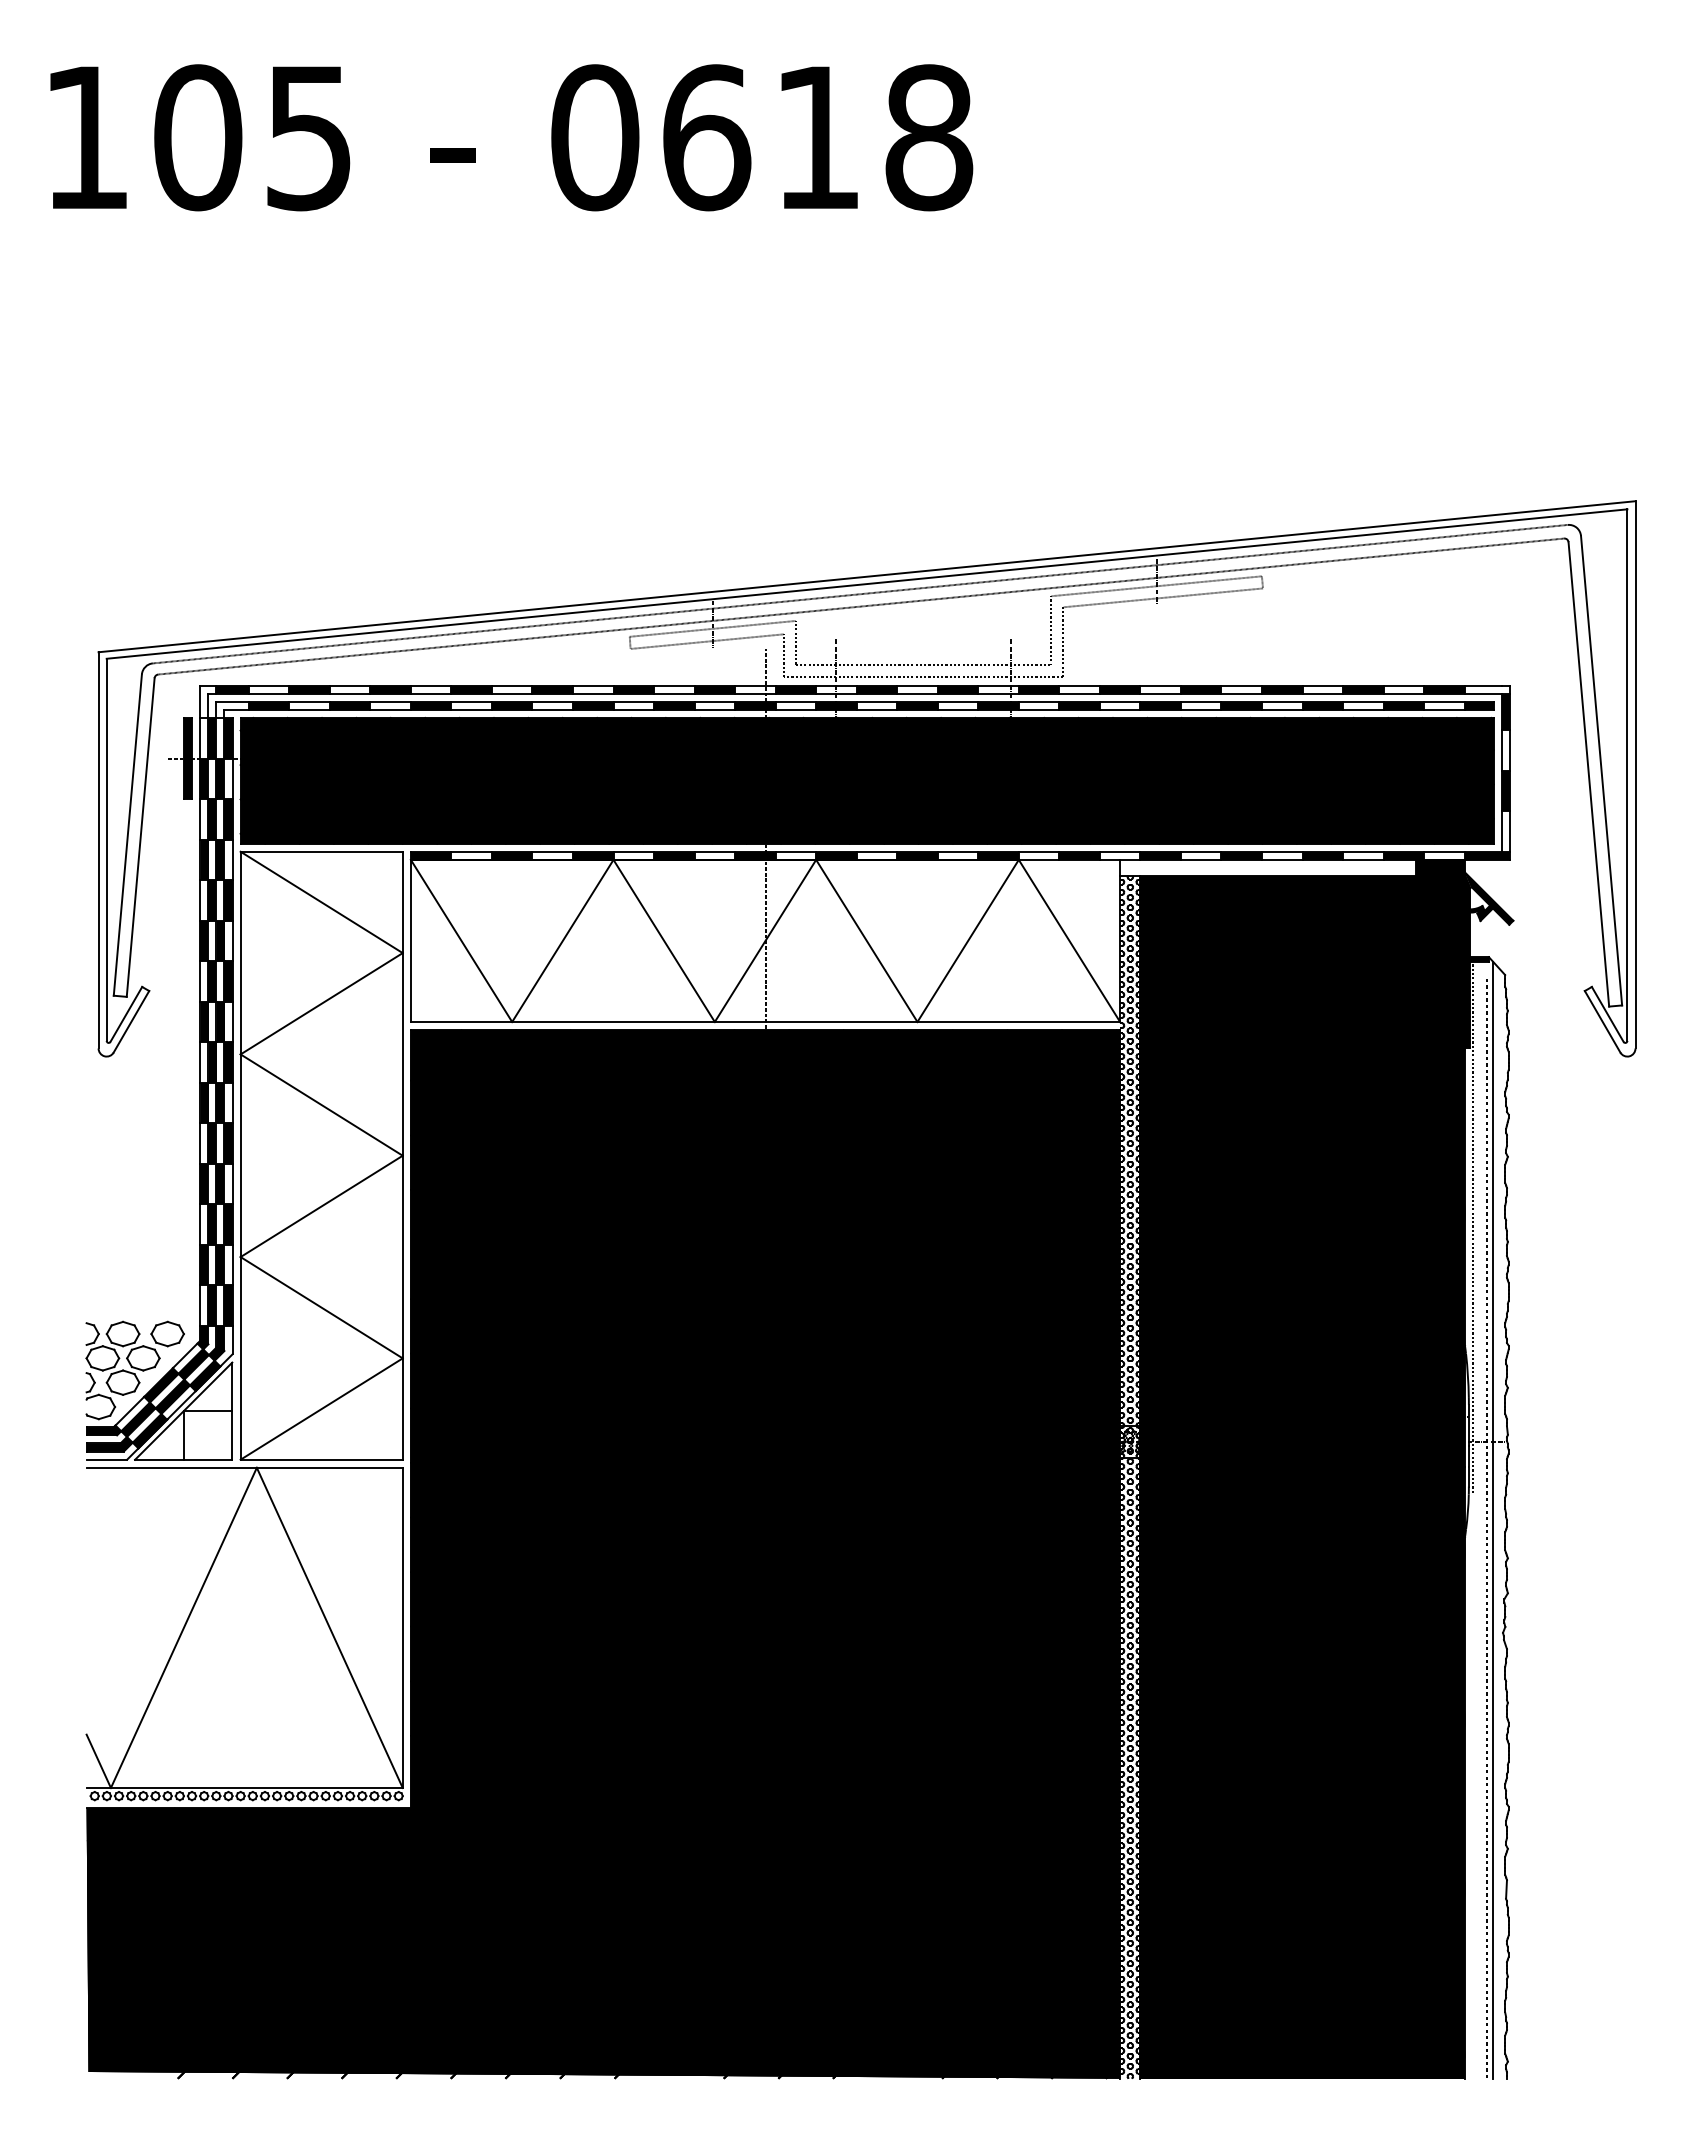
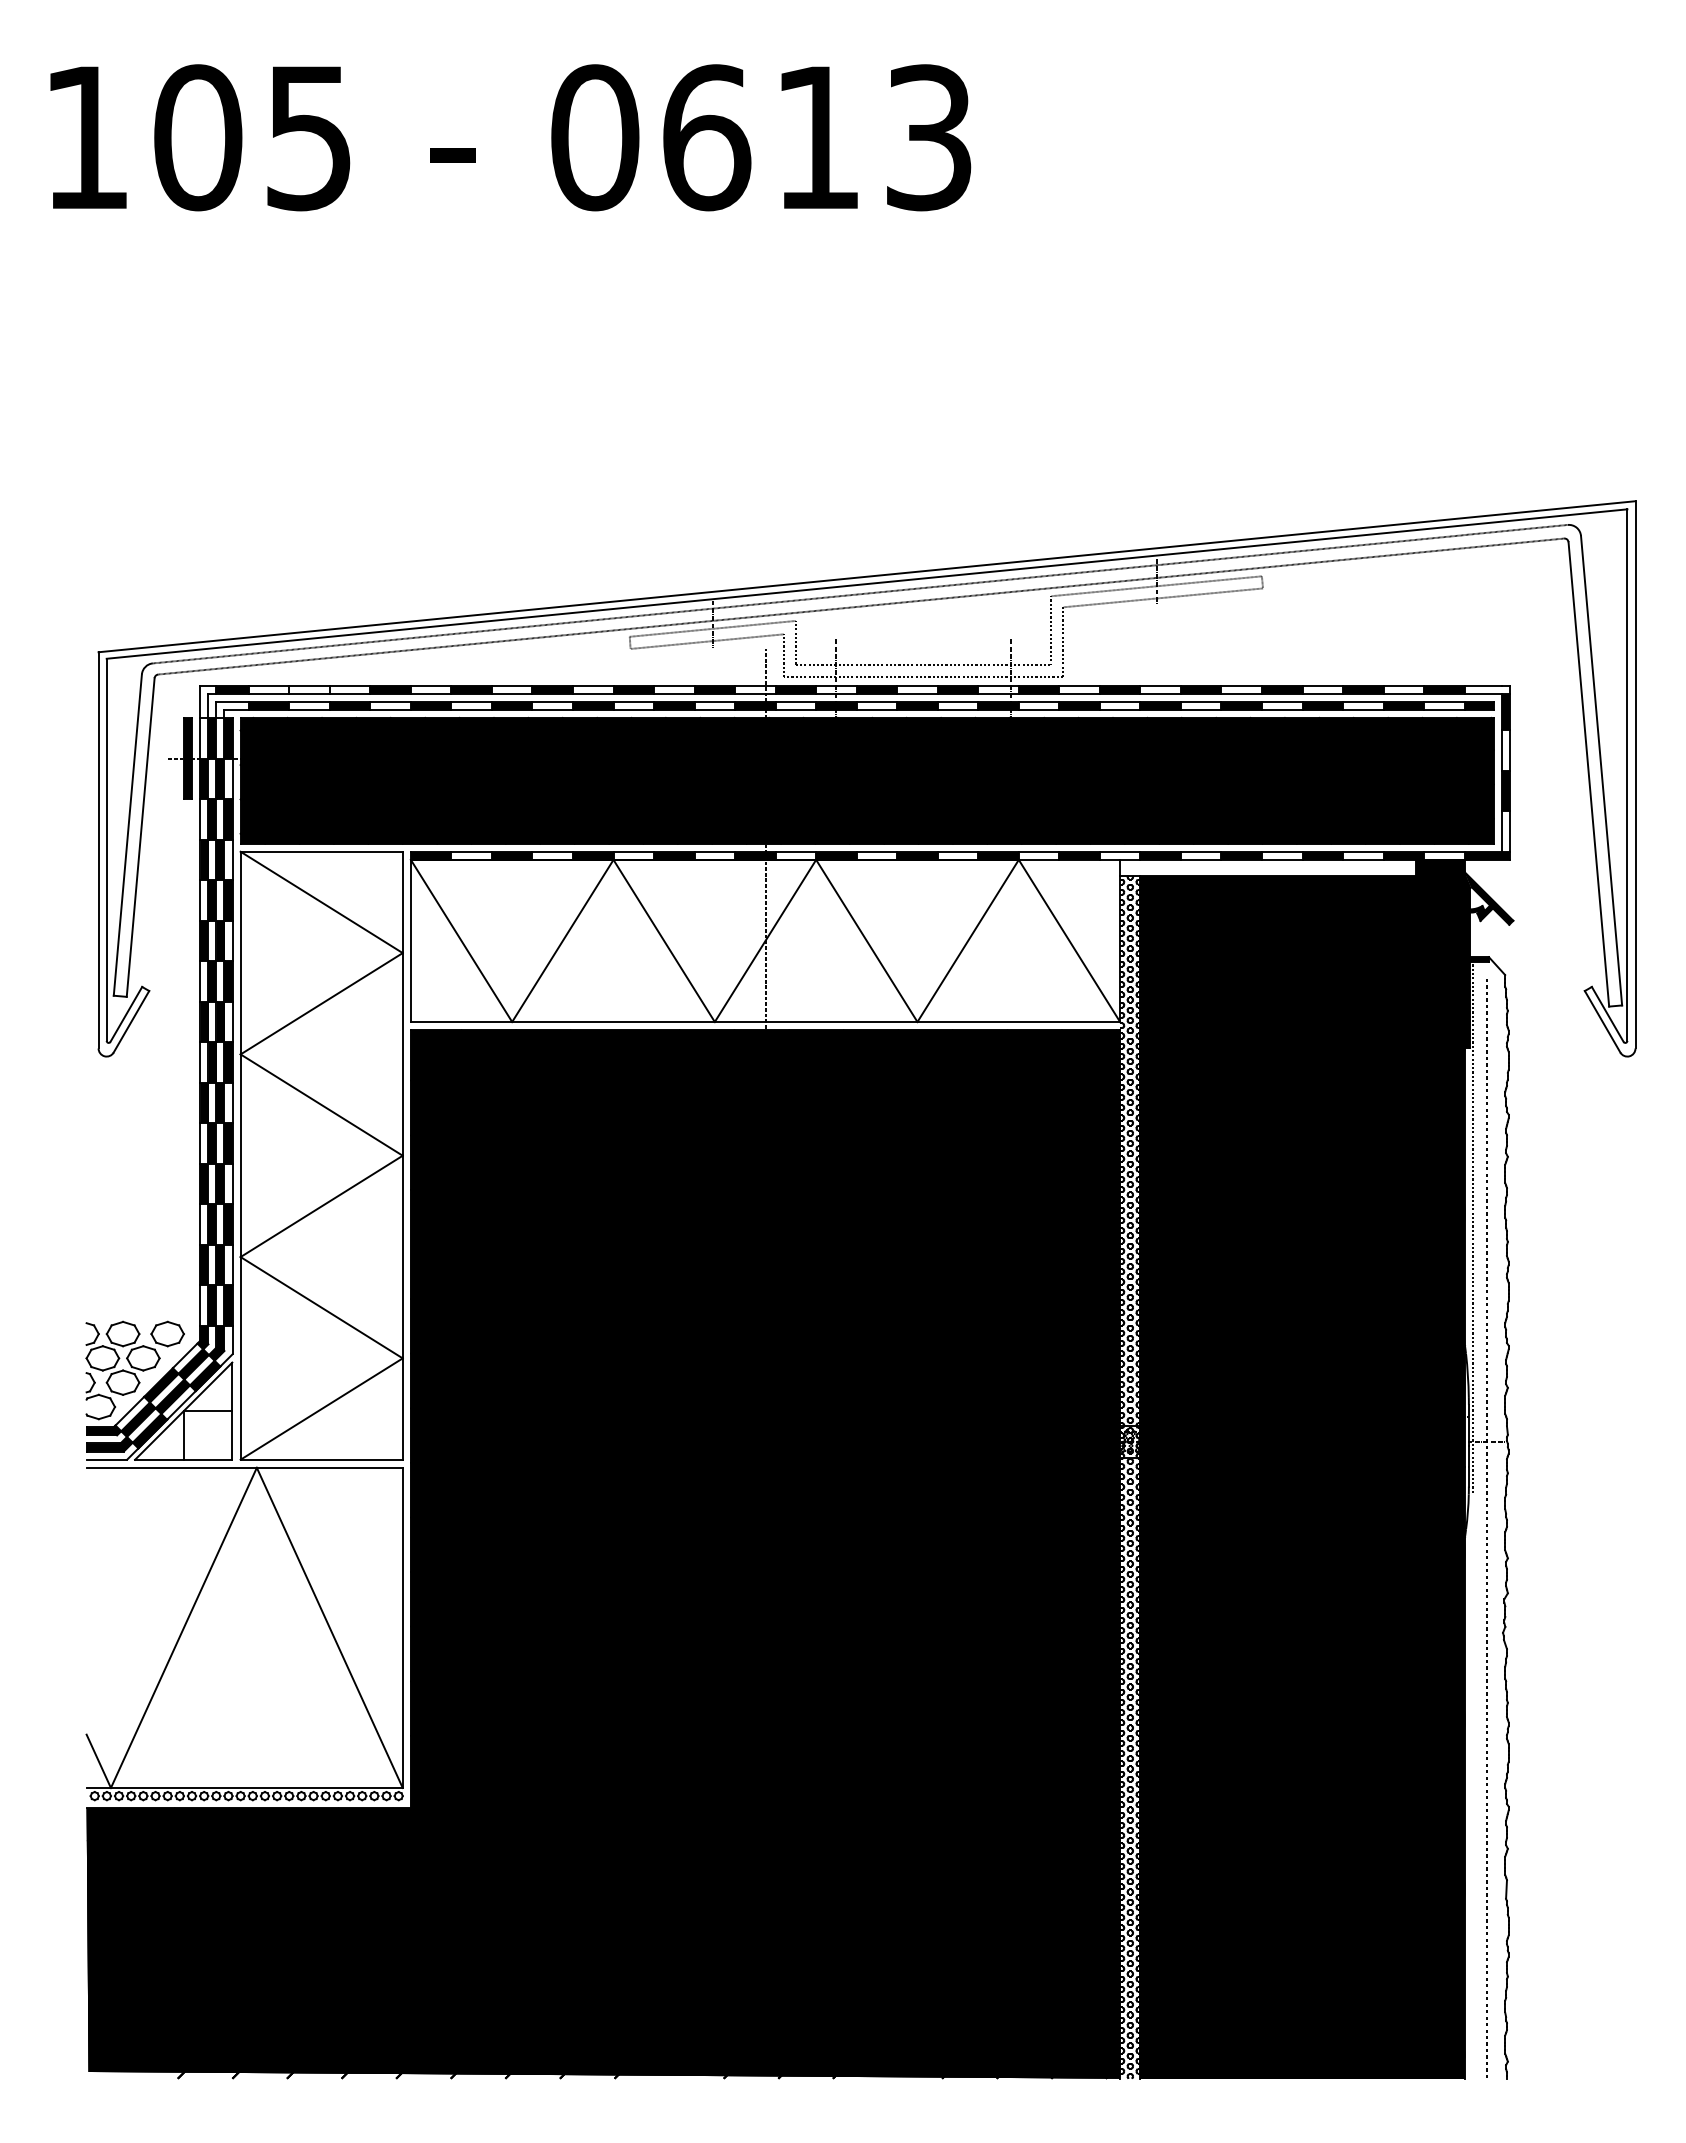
text at (929, 137): 0618 -> 0613
fill at (309, 689): present -> none
line at (1492, 1519): present -> none
